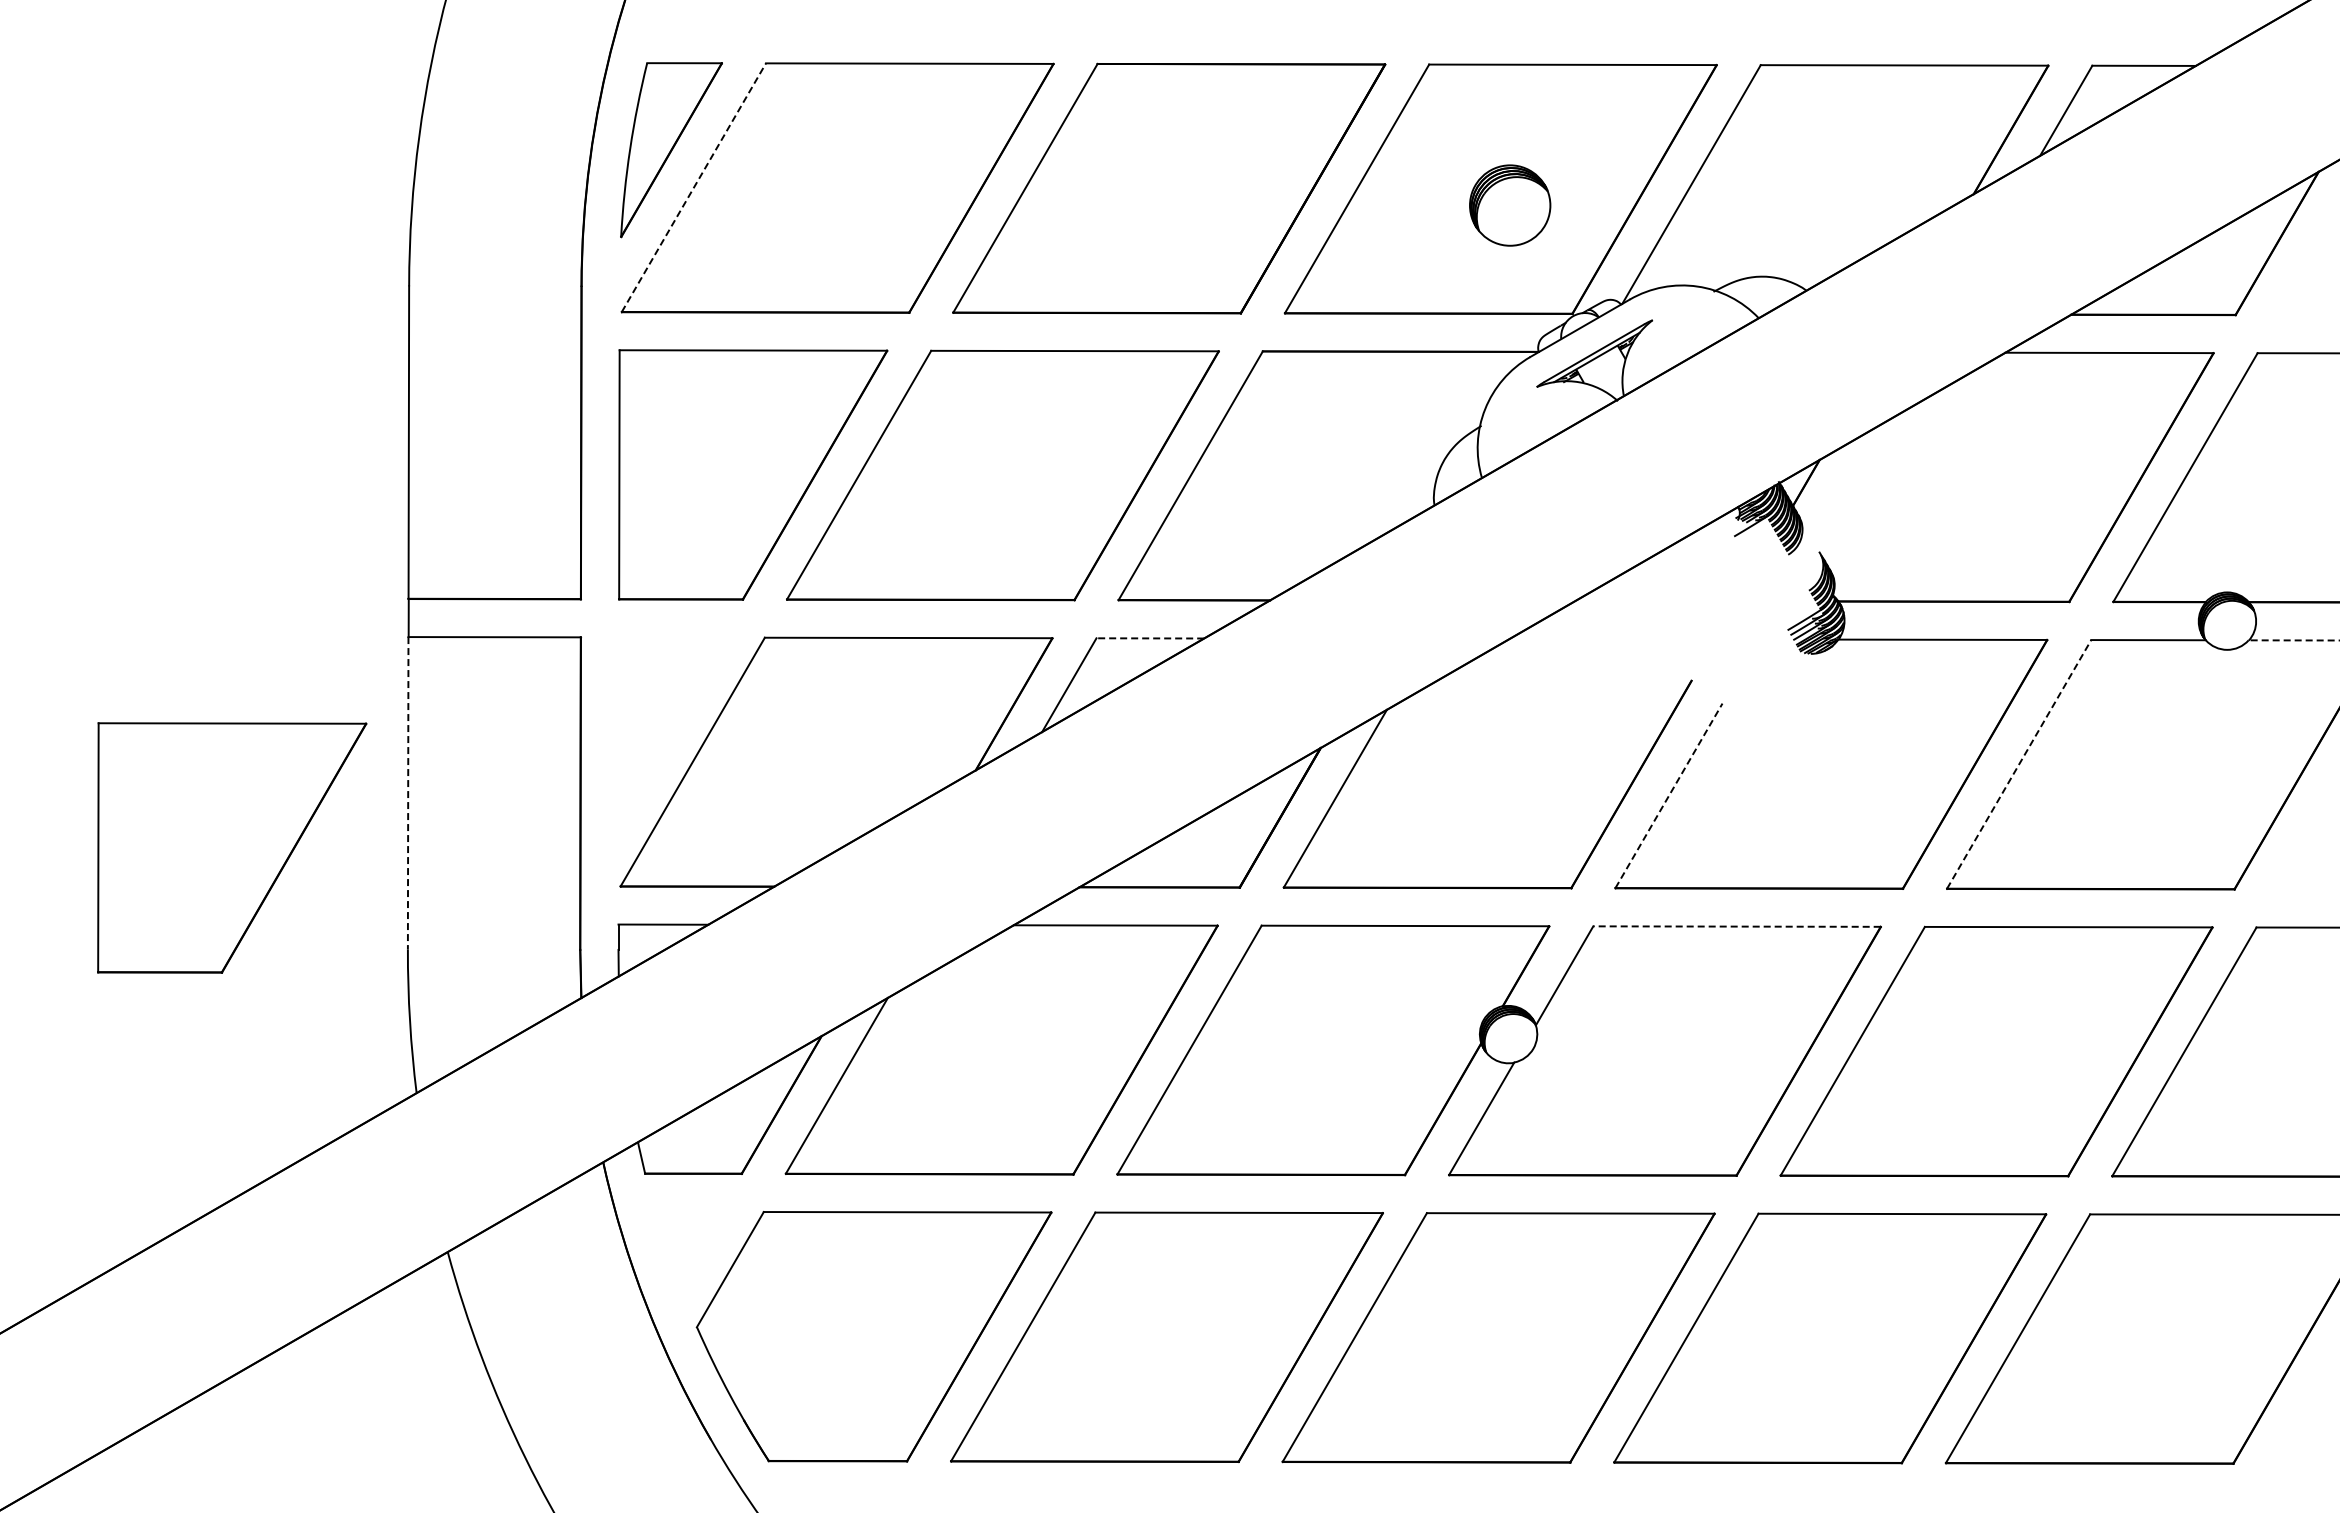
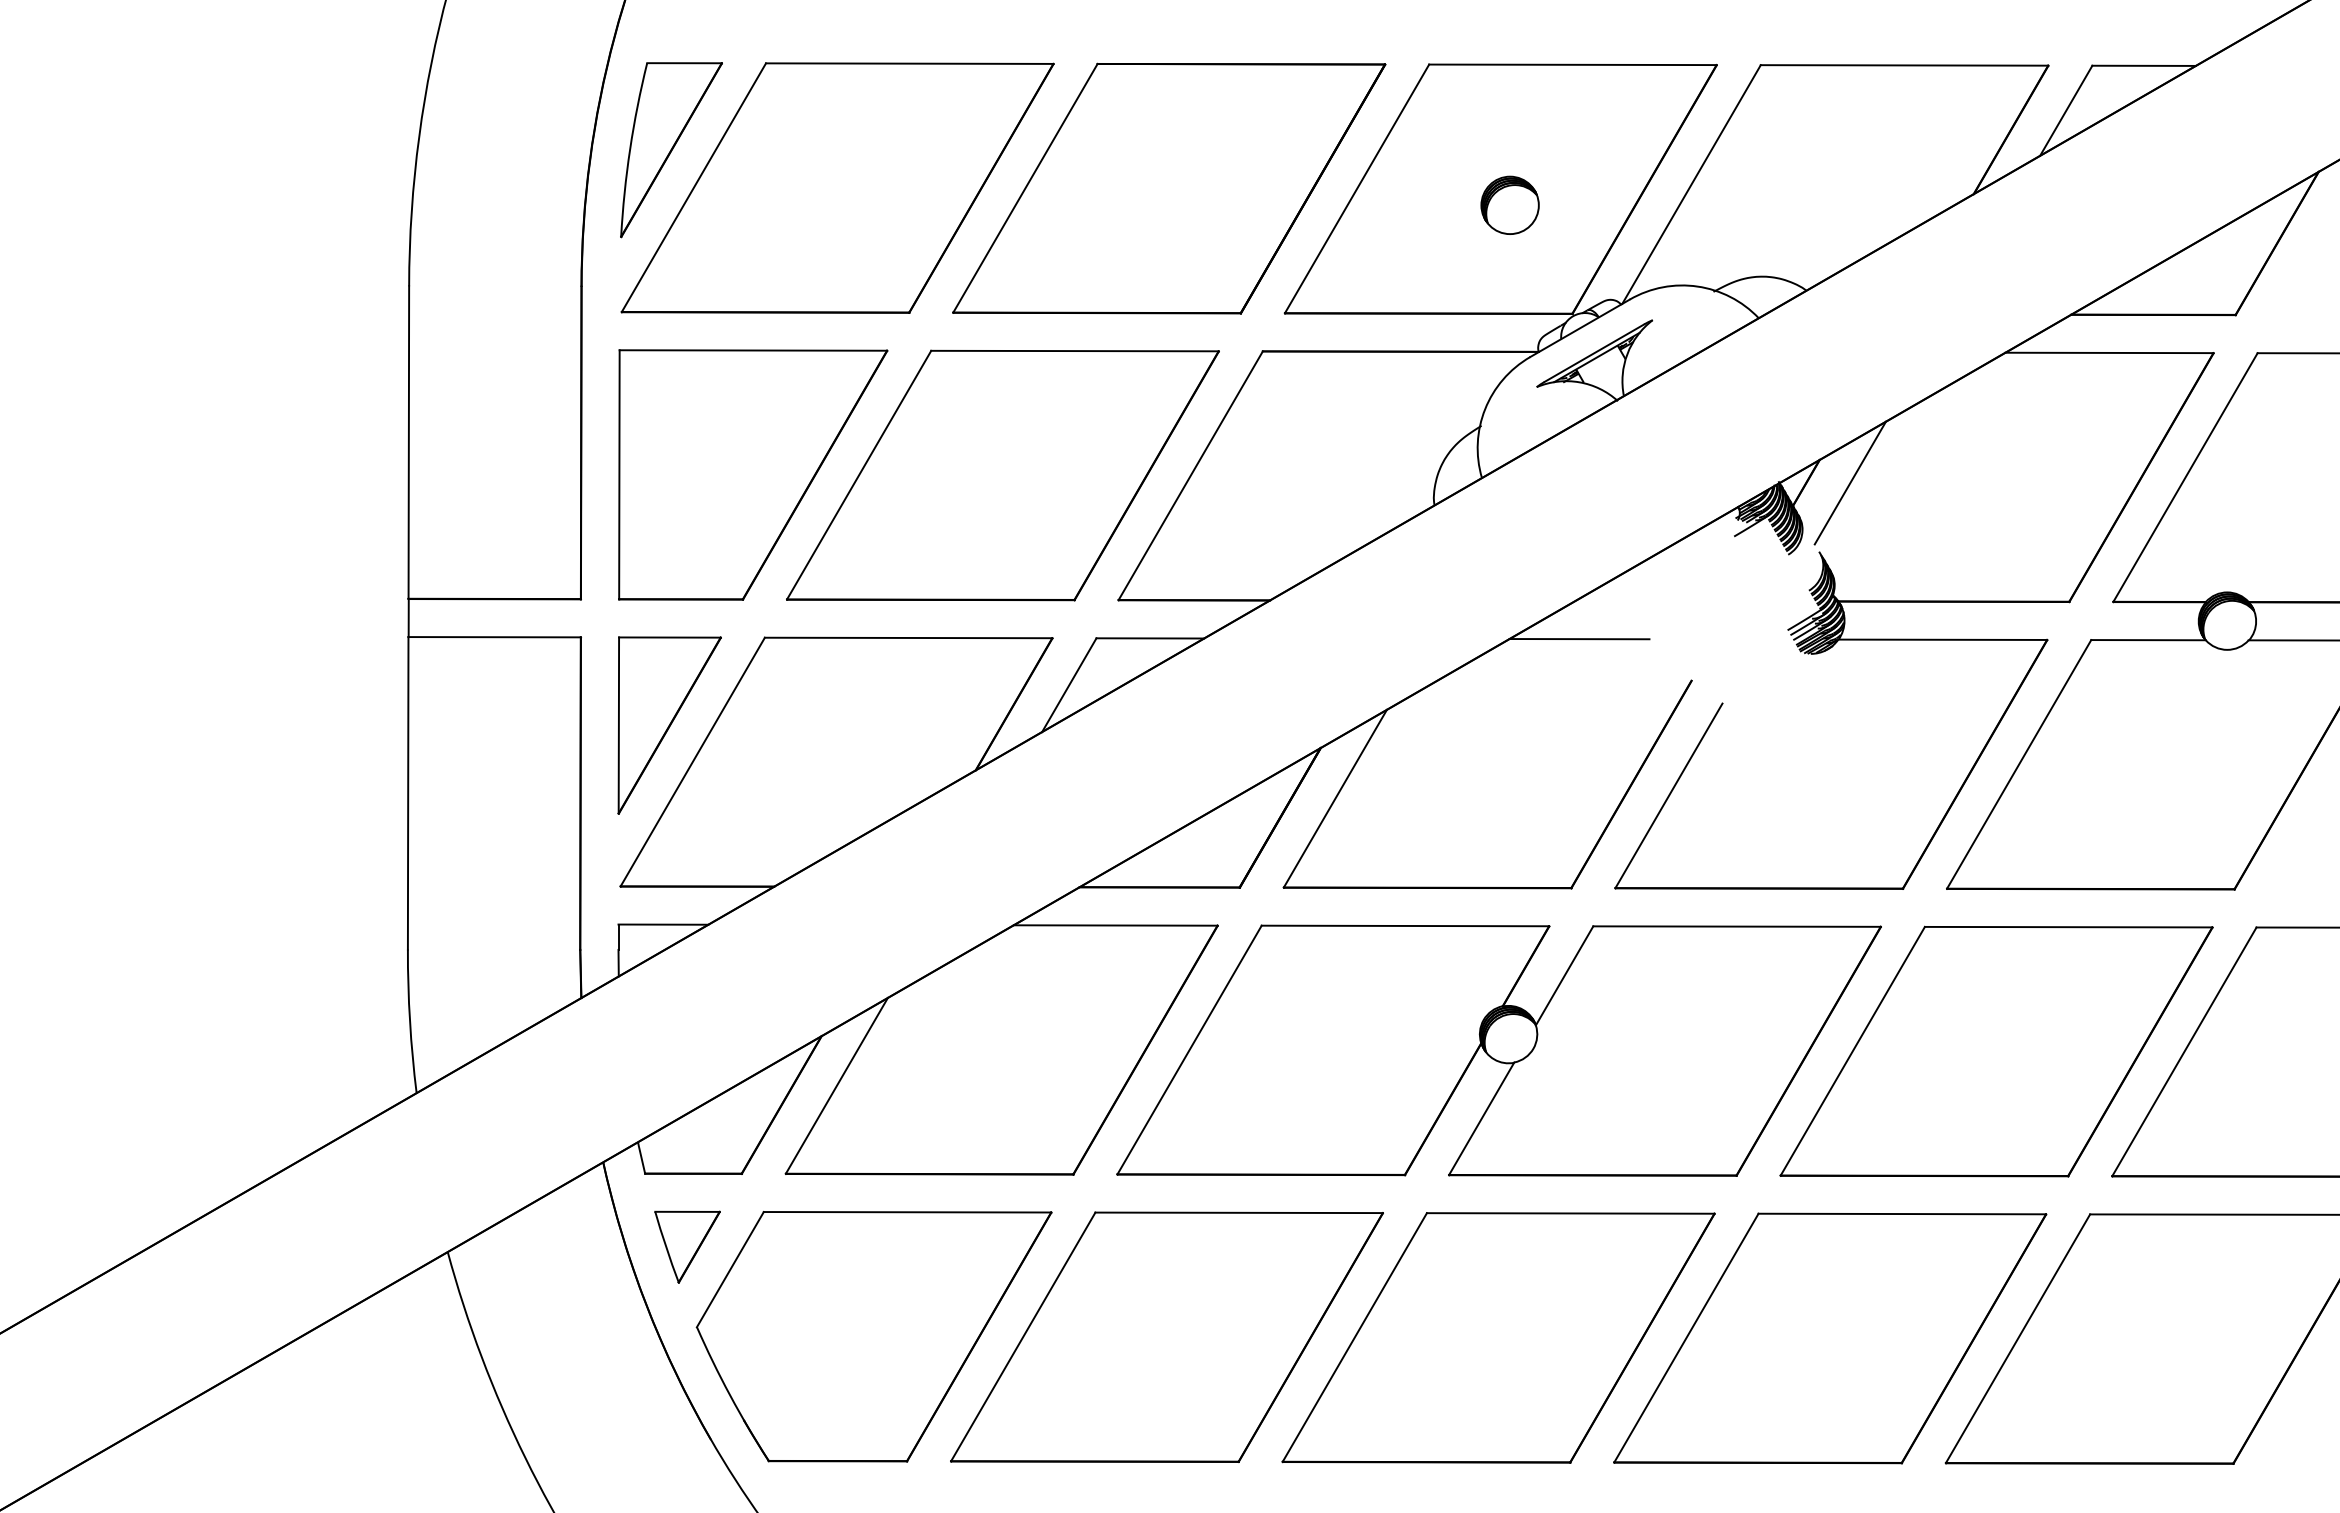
line at (693, 187): dashed -> solid
part at (1510, 205) size: 83x83 px -> 60x60 px
line at (1849, 482): none -> present
line at (1150, 638): dashed -> solid
line at (1579, 639): none -> present
line at (2294, 640): dashed -> solid
part at (669, 725): none -> present
line at (2019, 764): dashed -> solid
line at (408, 793): dashed -> solid
line at (1669, 795): dashed -> solid
part at (232, 847): present -> none
line at (1736, 926): dashed -> solid
part at (687, 1246): none -> present
